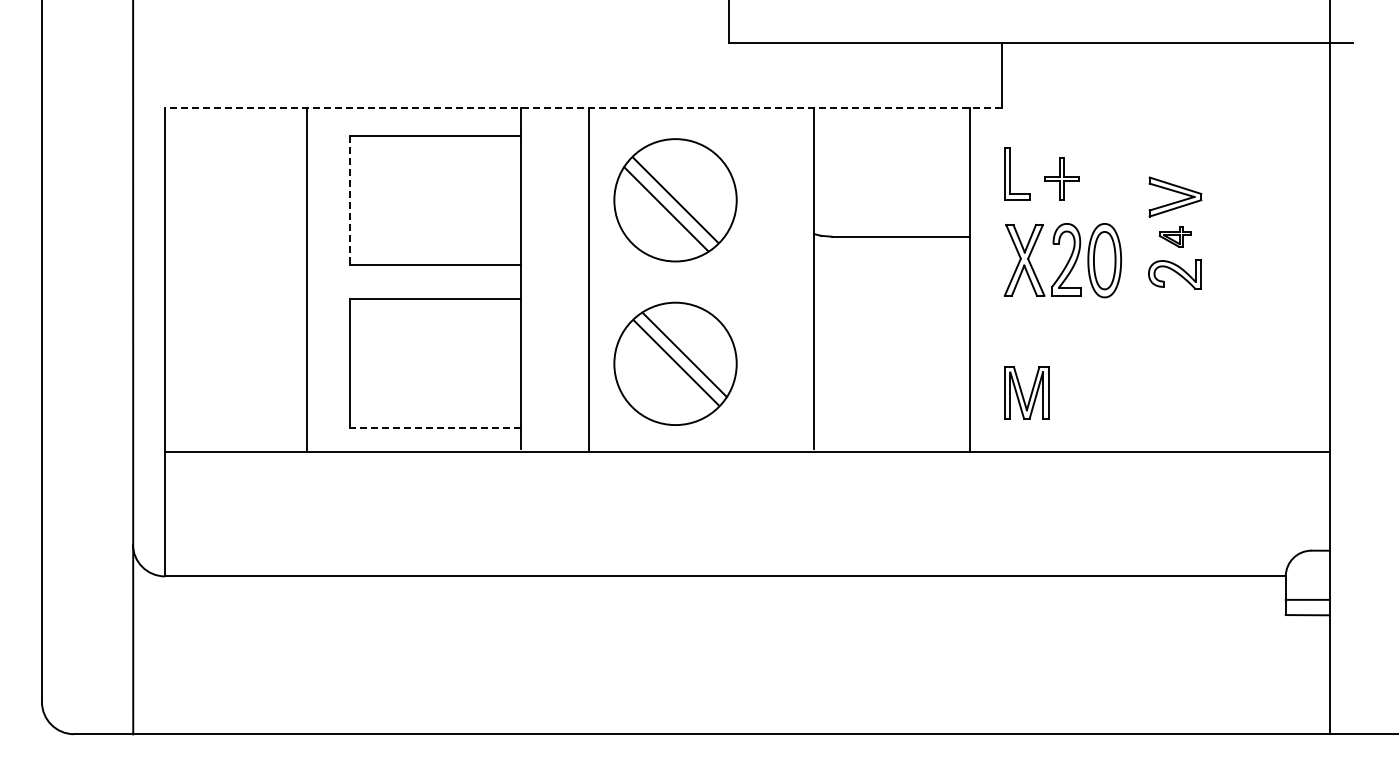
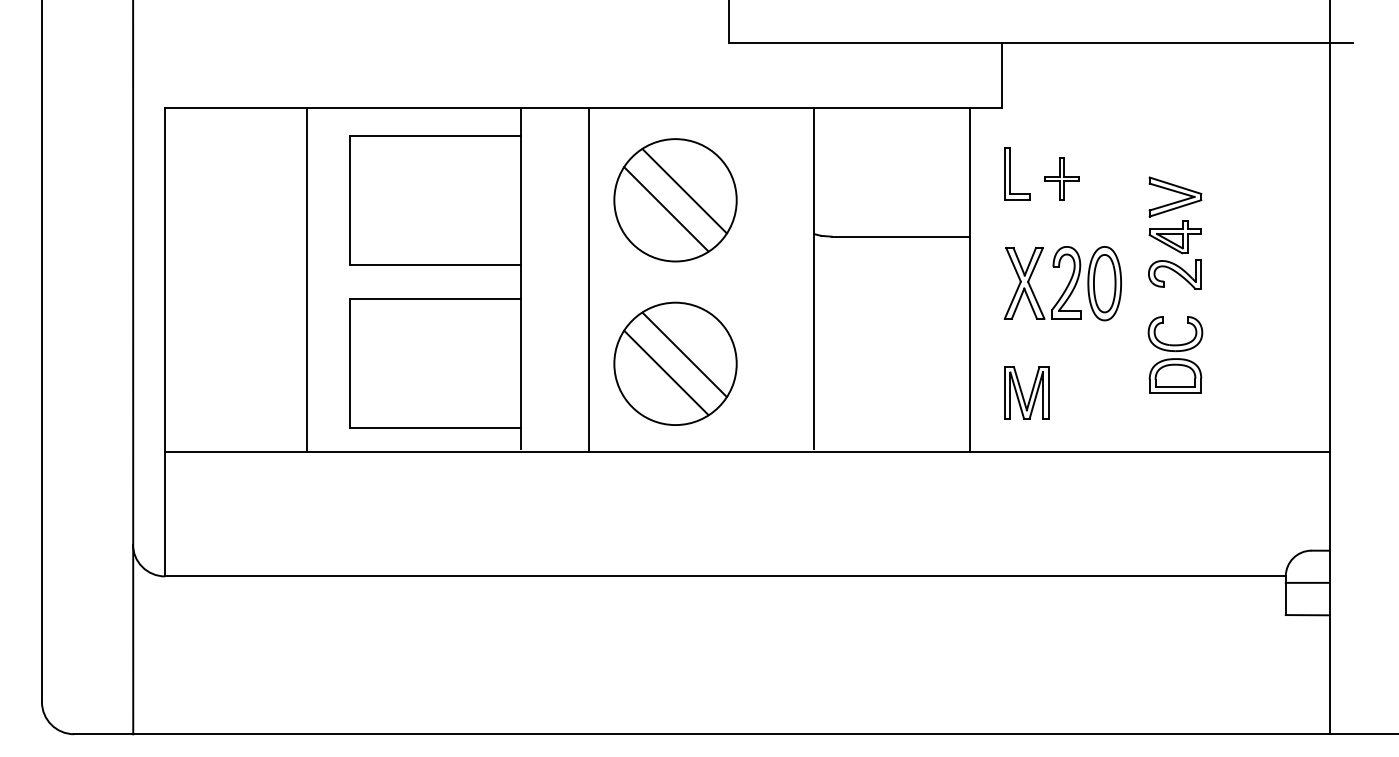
line at (583, 107): dashed -> solid
line at (350, 200): dashed -> solid
line at (675, 200) position: (675, 200) -> (684, 191)
part at (1174, 236) size: 34x22 px -> 54x35 px
part at (1062, 260) position: (1062, 260) -> (1062, 283)
part at (1175, 354): none -> present
line at (676, 362) position: (676, 362) -> (666, 372)
line at (435, 428): dashed -> solid
line at (1307, 599) position: (1307, 599) -> (1307, 582)
